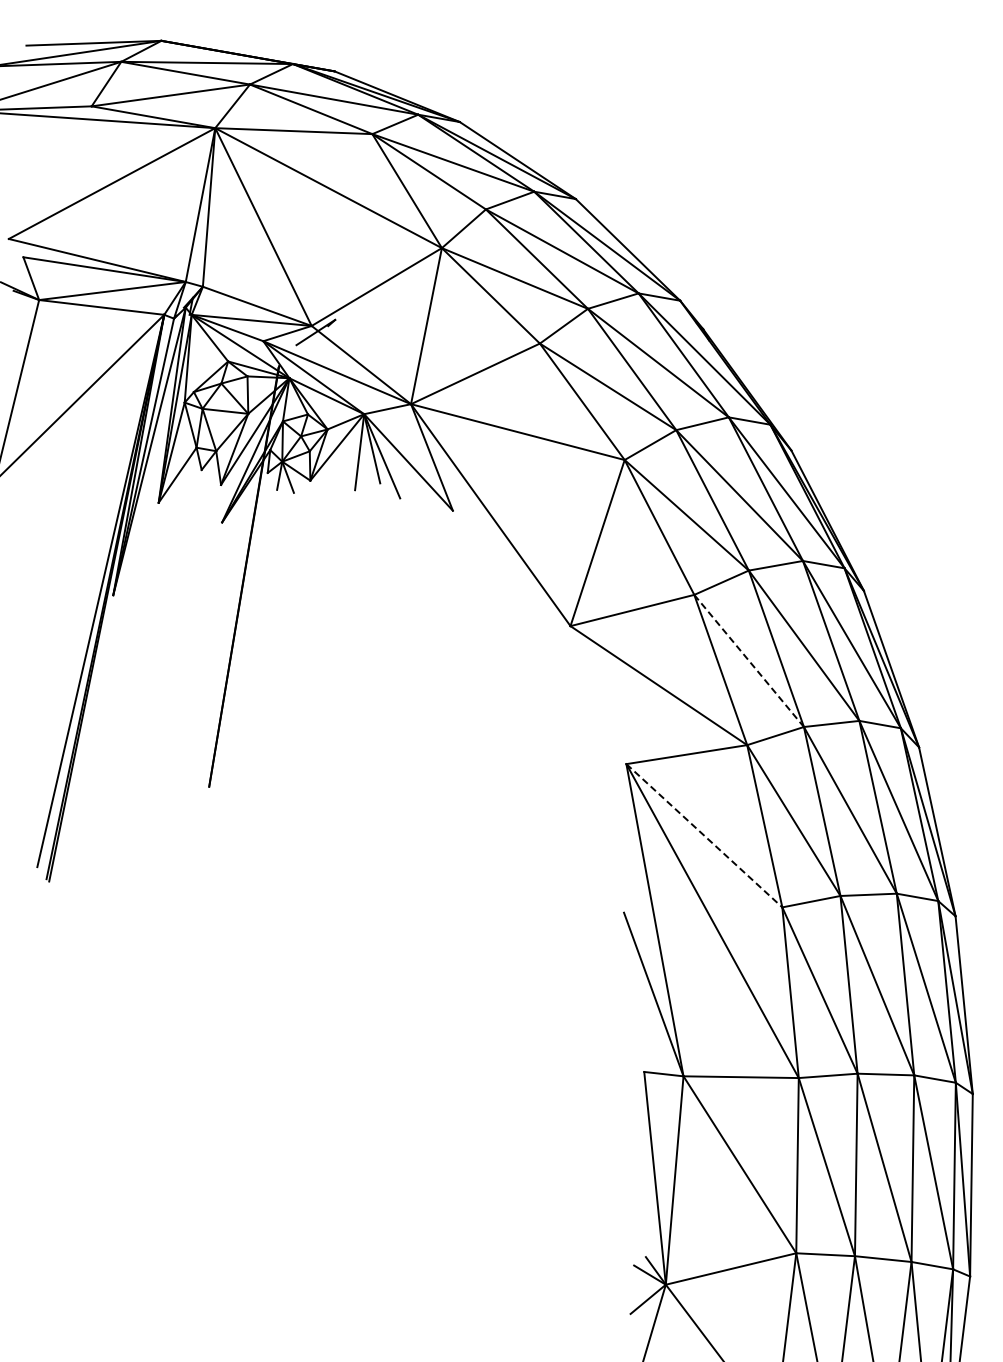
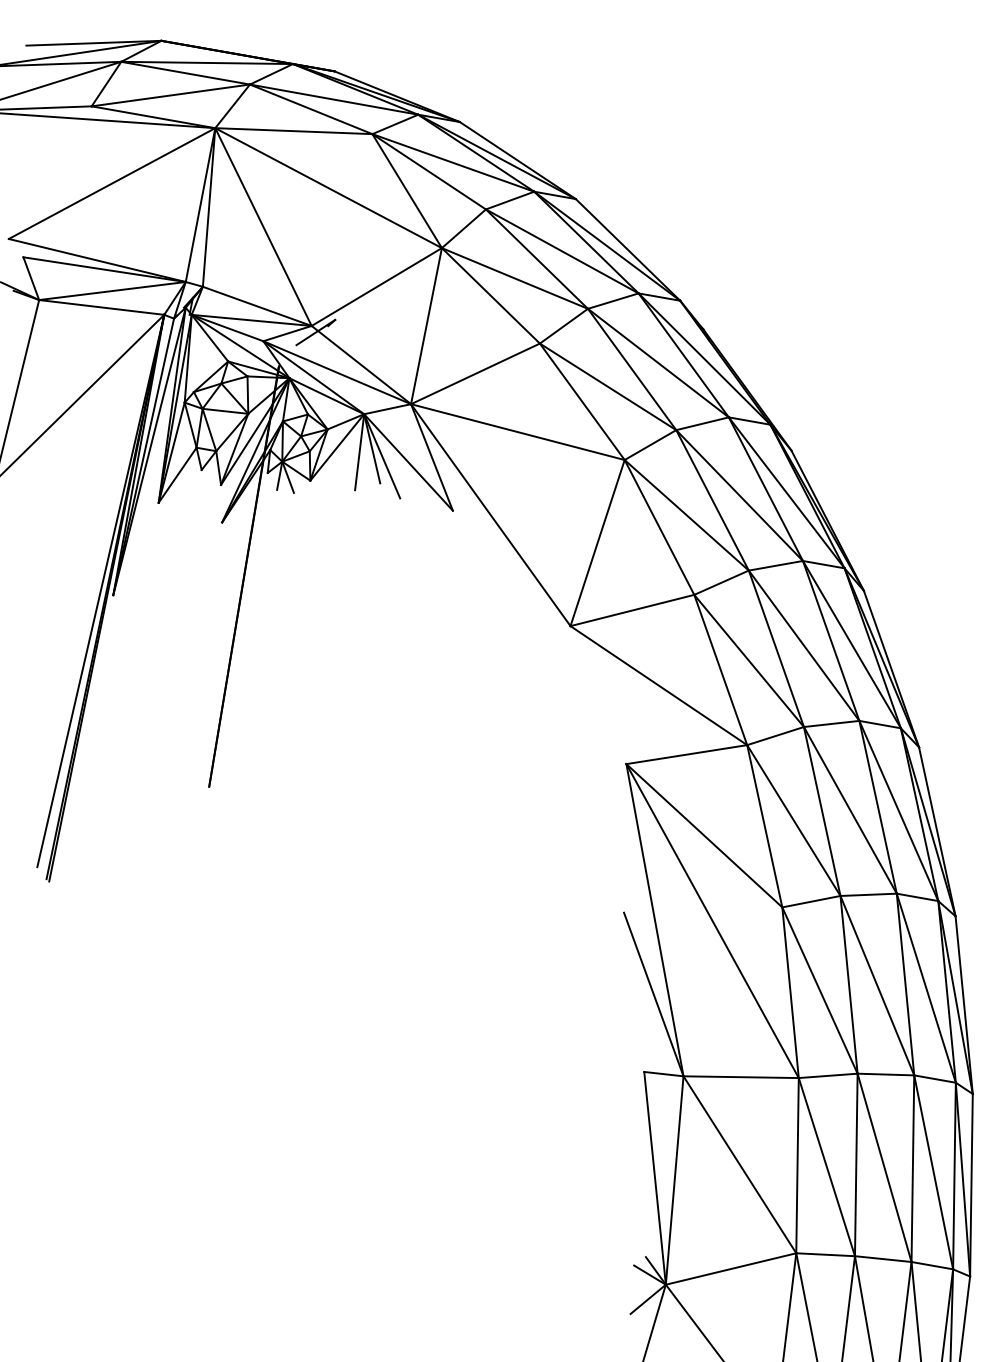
line at (749, 660): dashed -> solid
line at (704, 835): dashed -> solid
